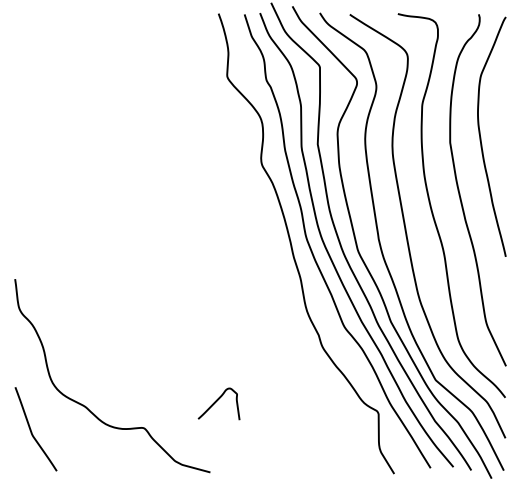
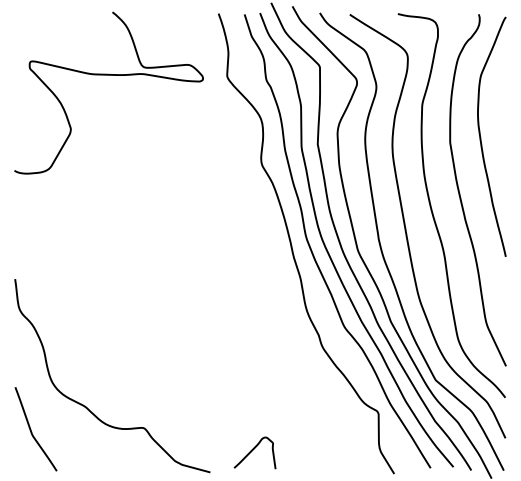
curve at (108, 75): none -> present
curve at (217, 401) position: (217, 401) -> (253, 450)
